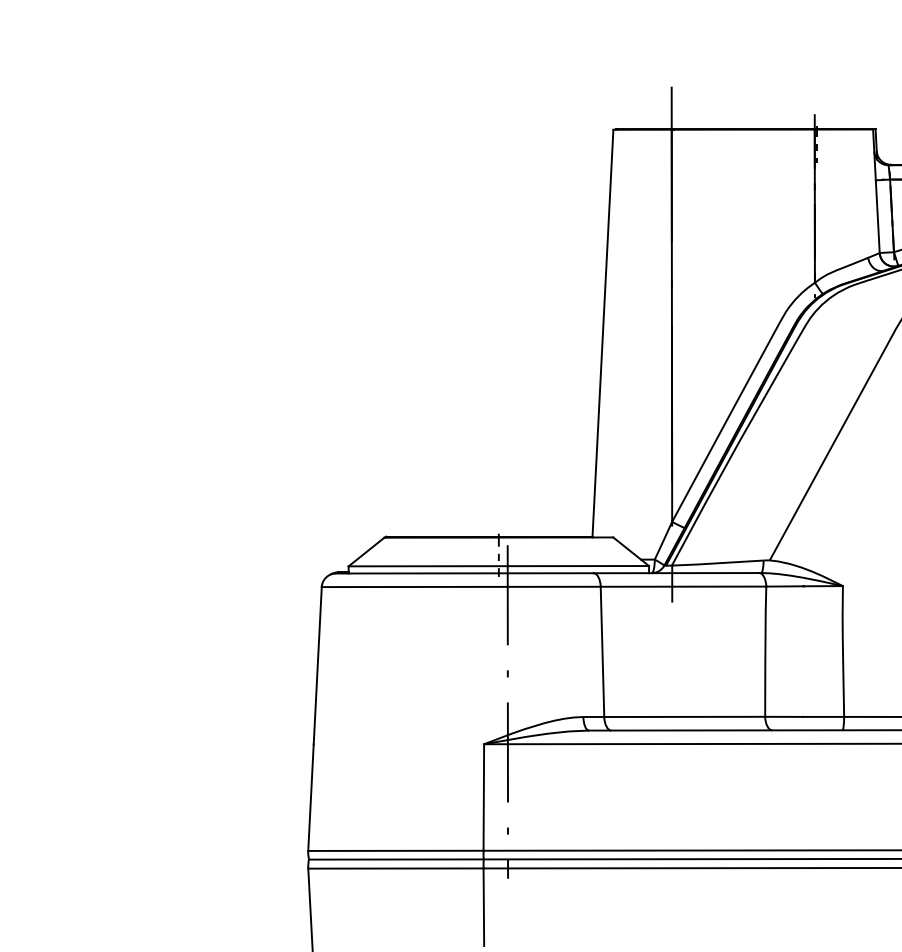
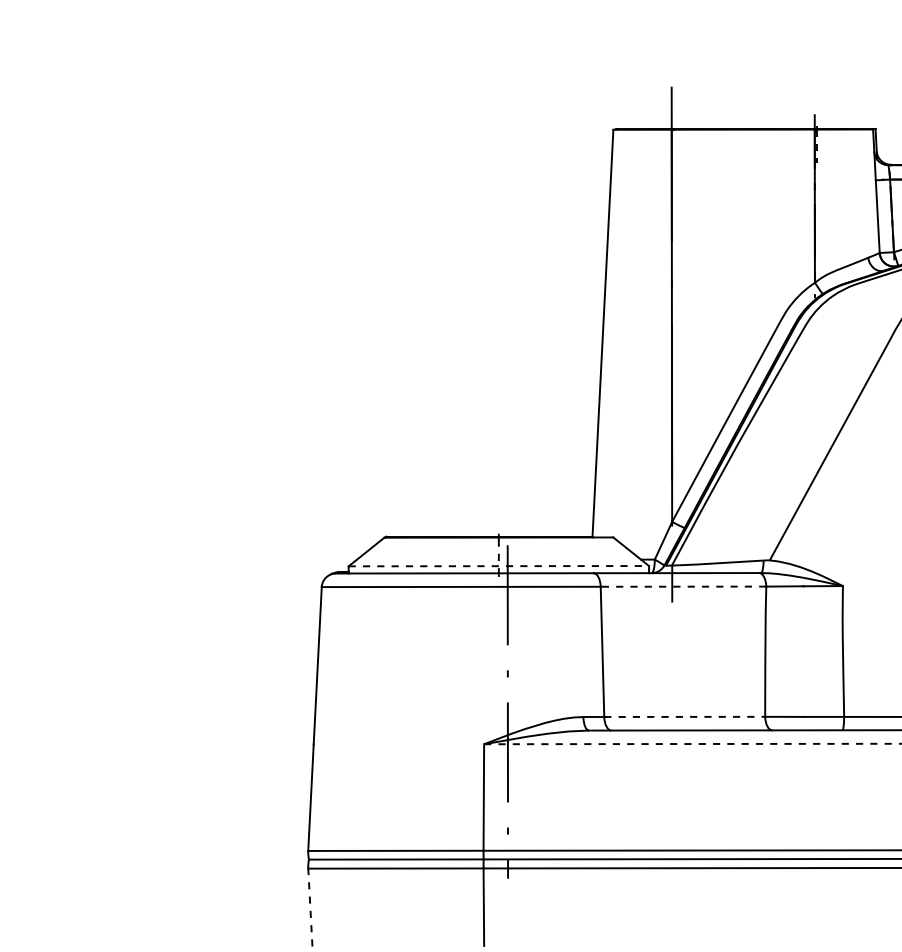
line at (499, 566): solid -> dashed
line at (683, 586): solid -> dashed
line at (685, 716): solid -> dashed
line at (693, 744): solid -> dashed
line at (310, 909): solid -> dashed
